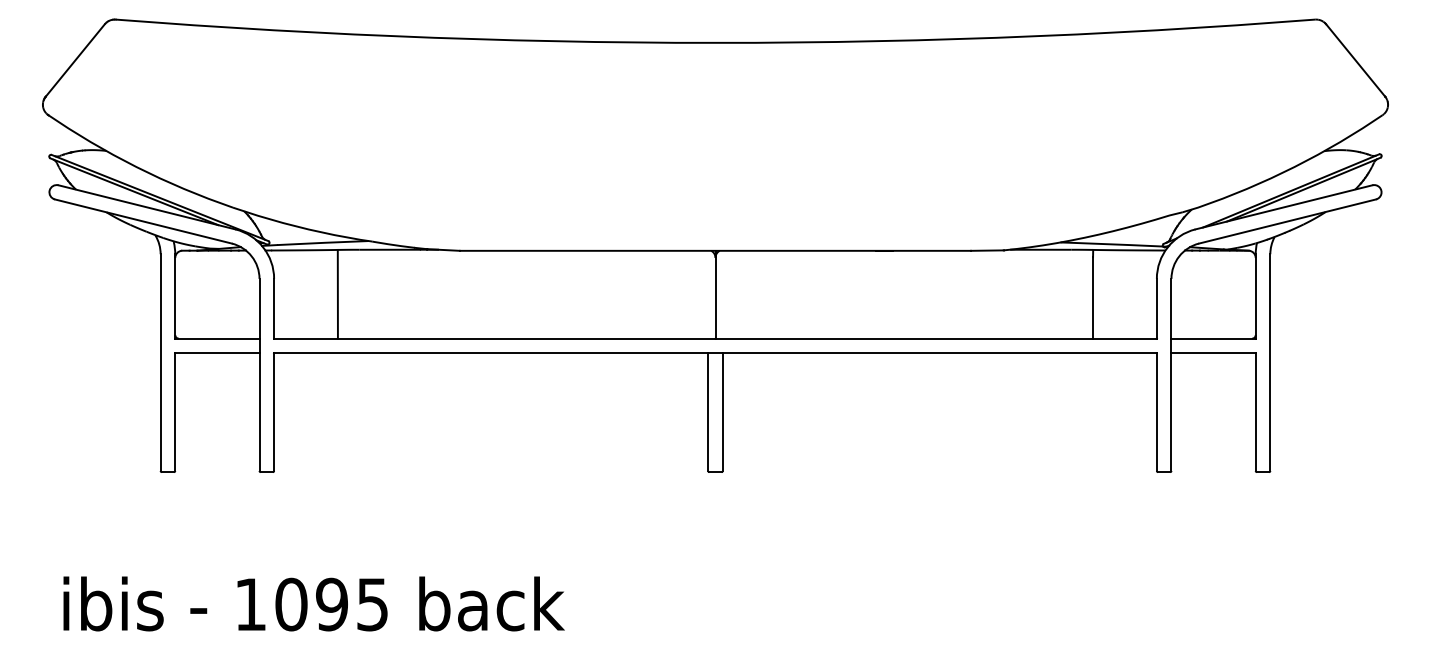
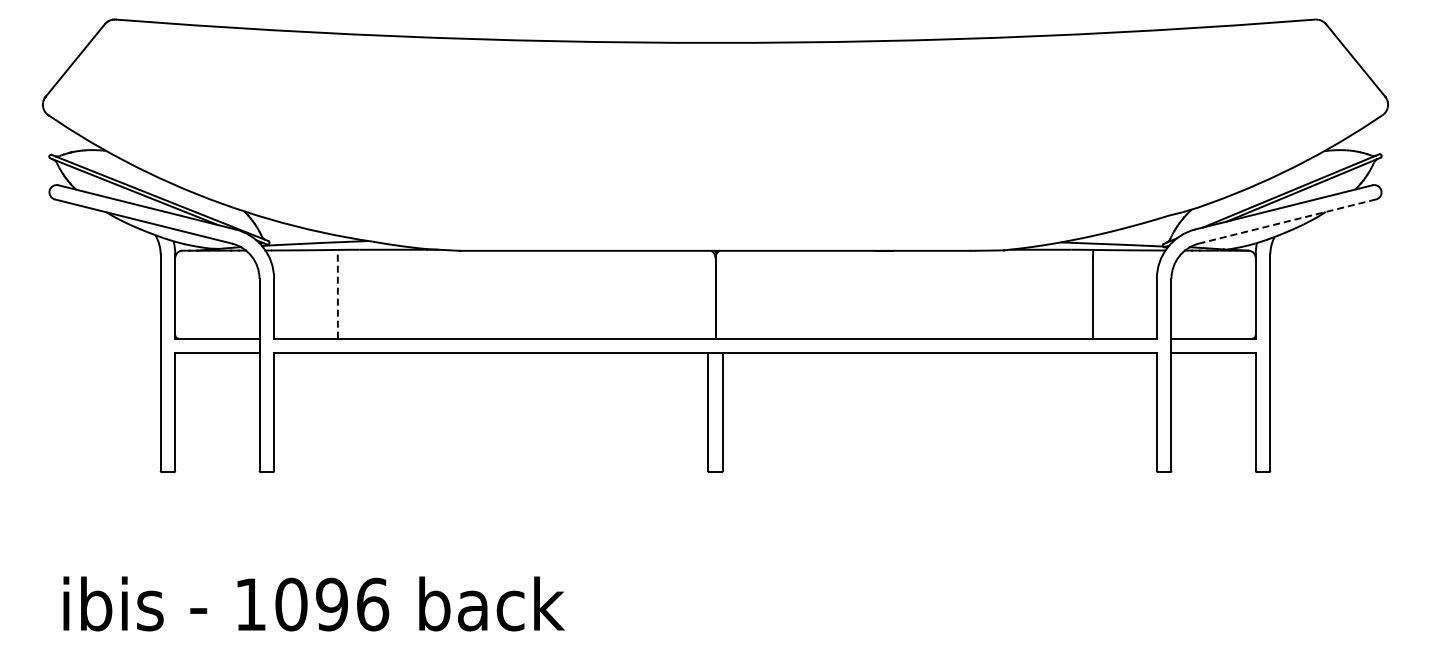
line at (1287, 221): solid -> dashed
line at (337, 293): solid -> dashed
text at (373, 604): 1095 -> 1096
